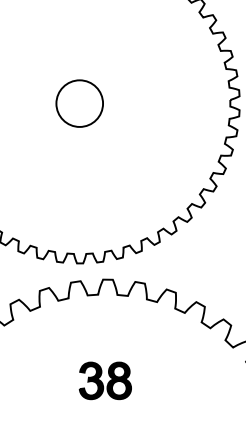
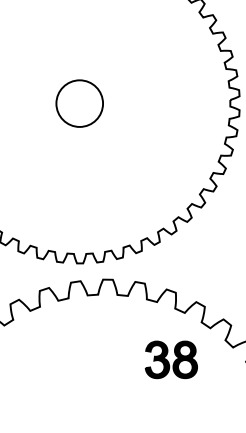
part at (104, 380) position: (104, 380) -> (170, 359)
